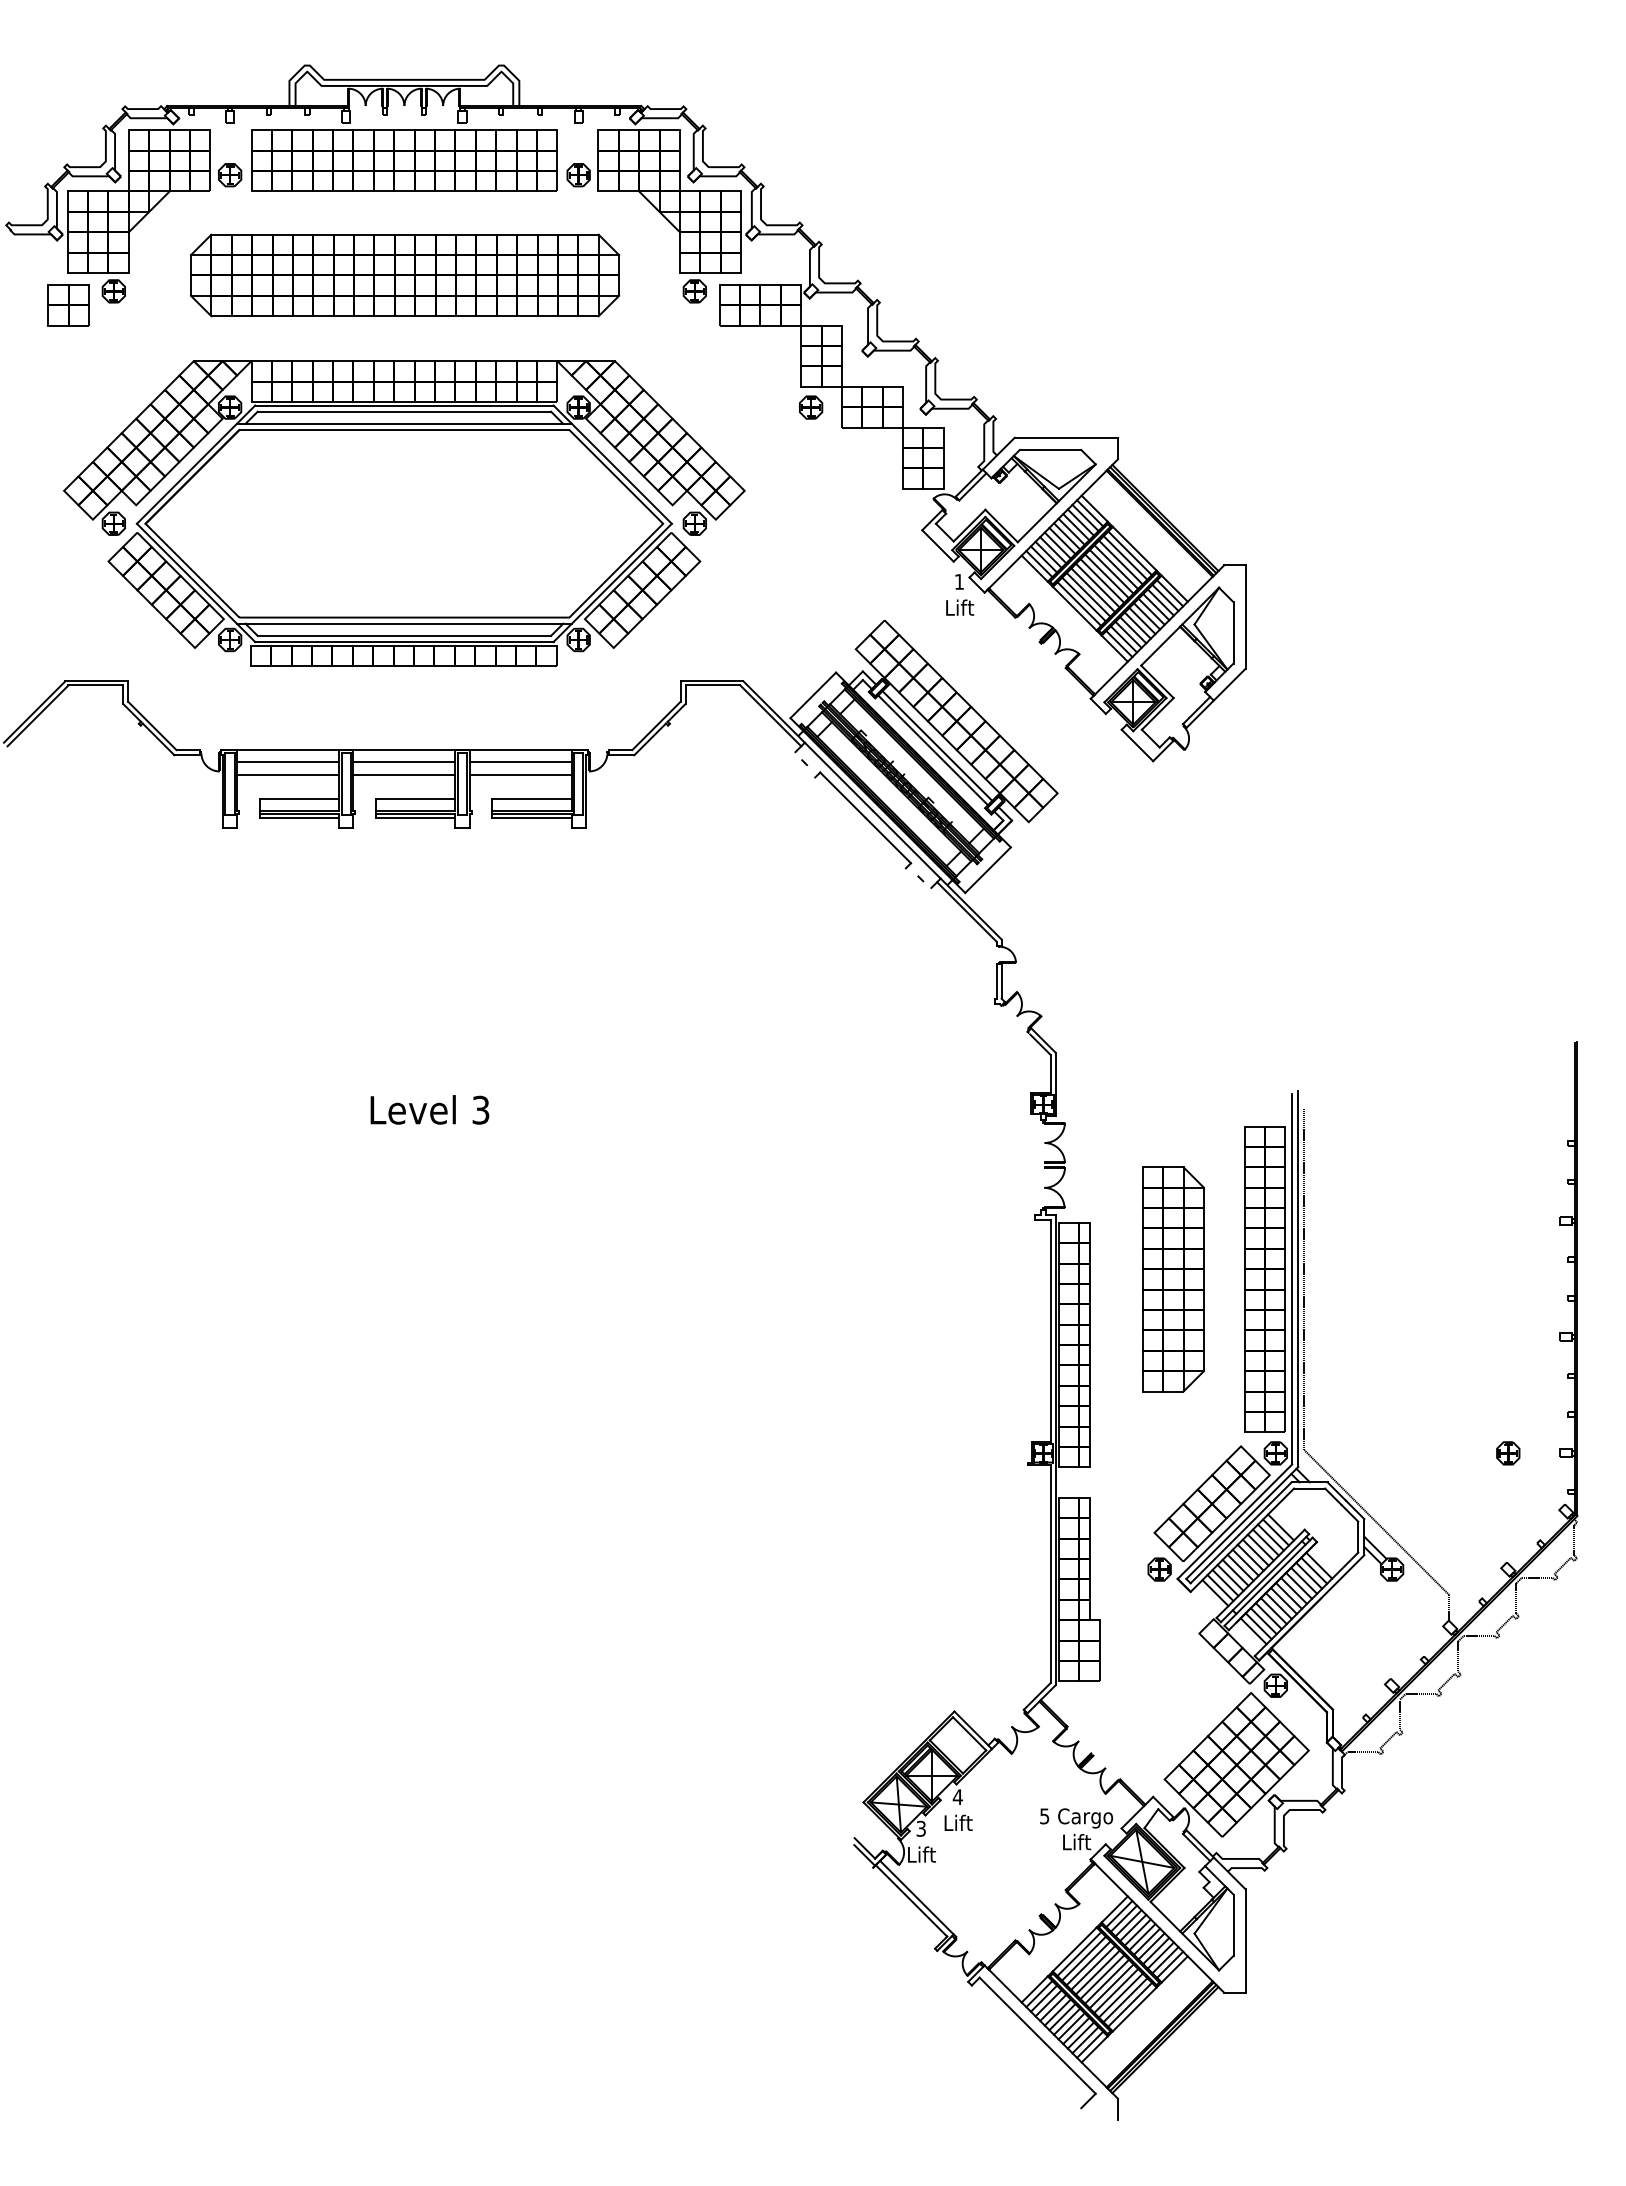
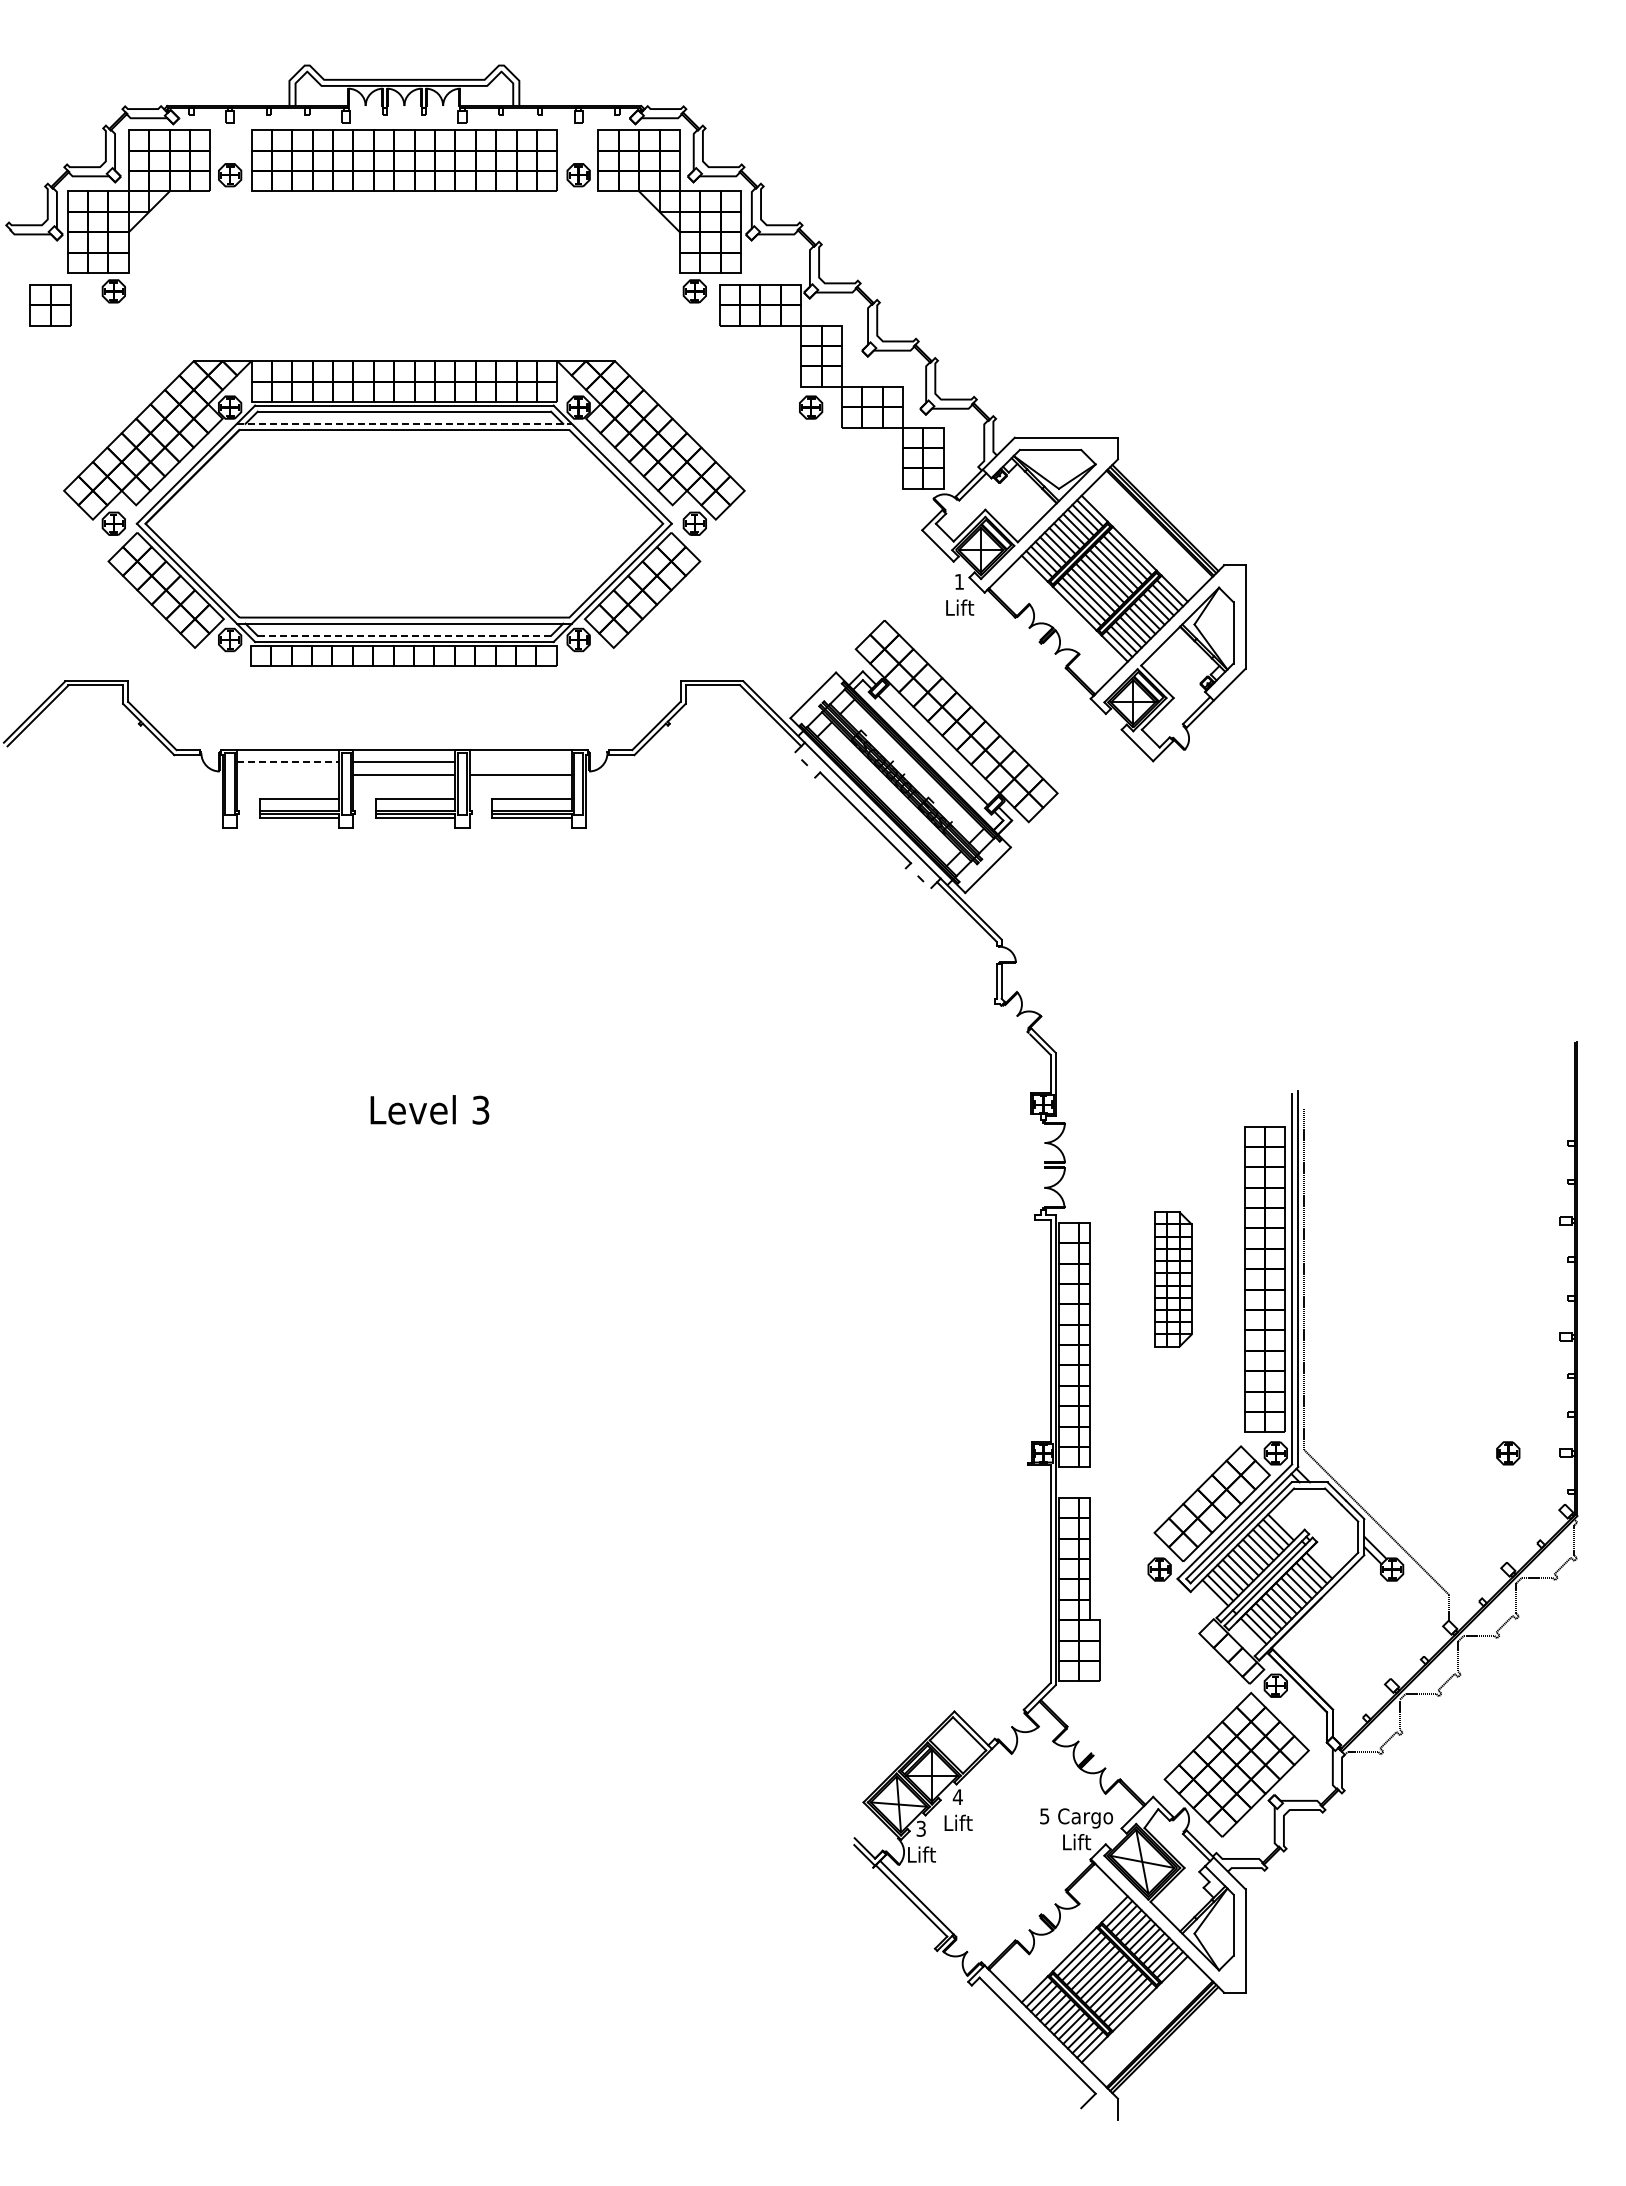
part at (405, 275): present -> none
part at (68, 305) position: (68, 305) -> (50, 305)
line at (404, 423): solid -> dashed
line at (404, 635): solid -> dashed
line at (937, 745): present -> none
line at (288, 762): solid -> dashed
line at (520, 762): present -> none
line at (288, 774): present -> none
part at (1173, 1279) size: 63x227 px -> 39x137 px
